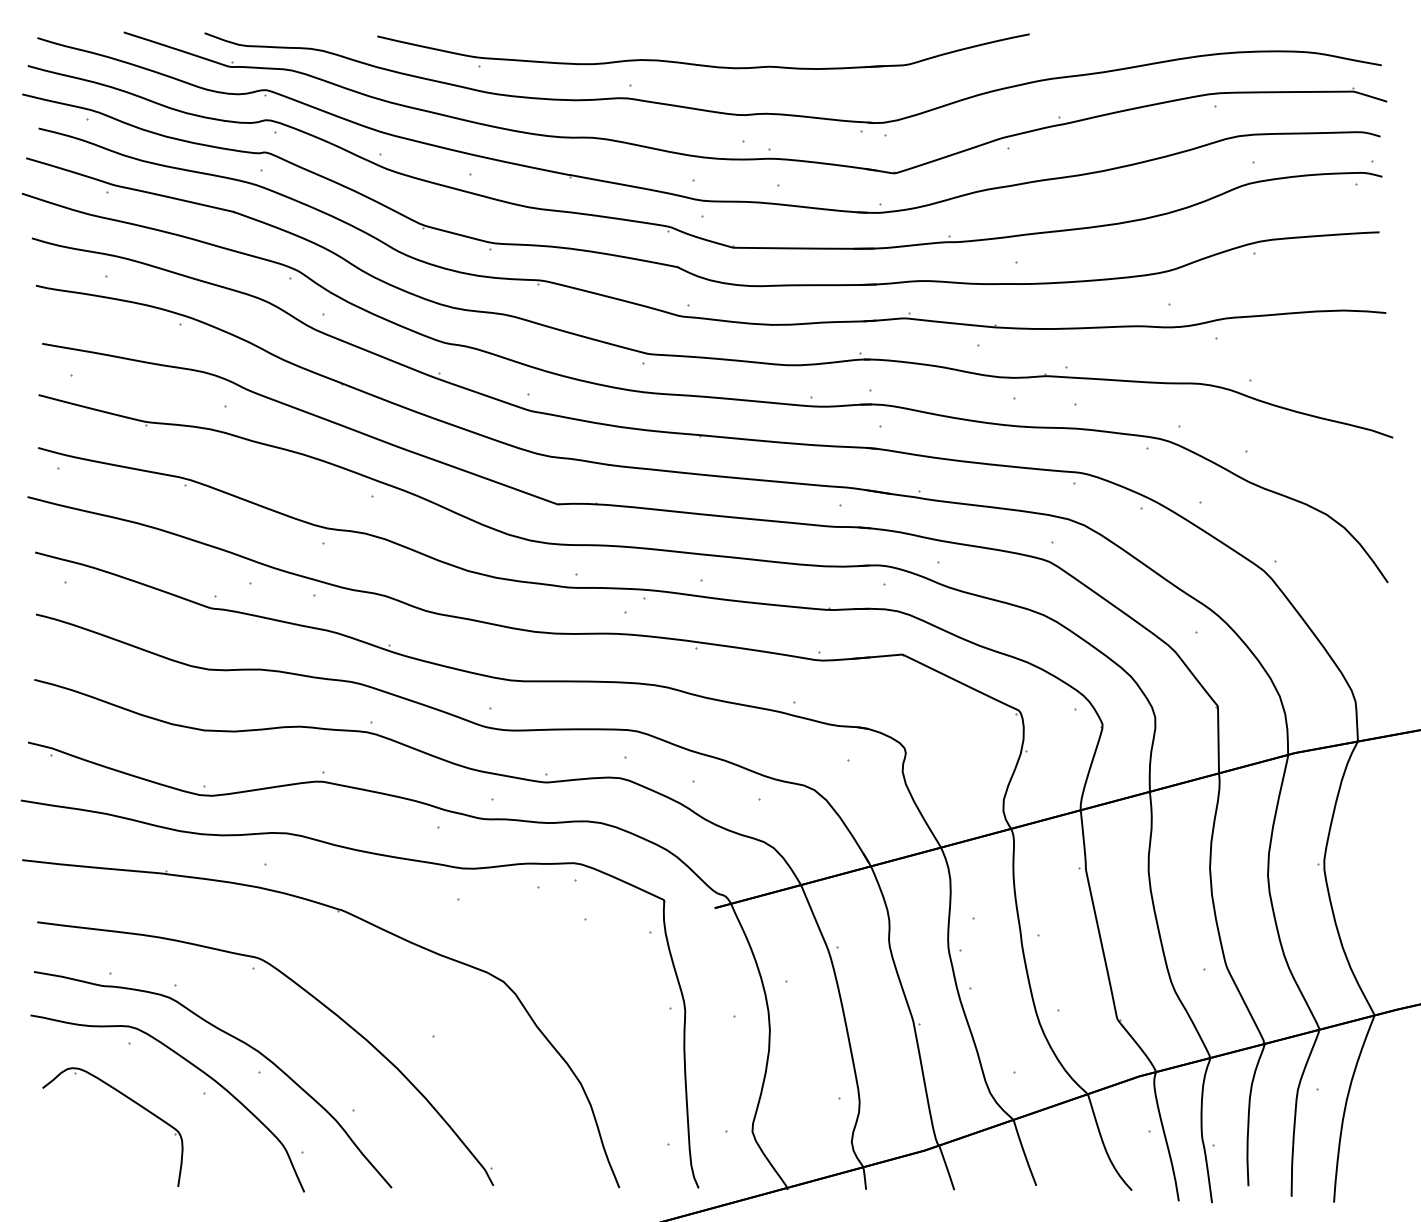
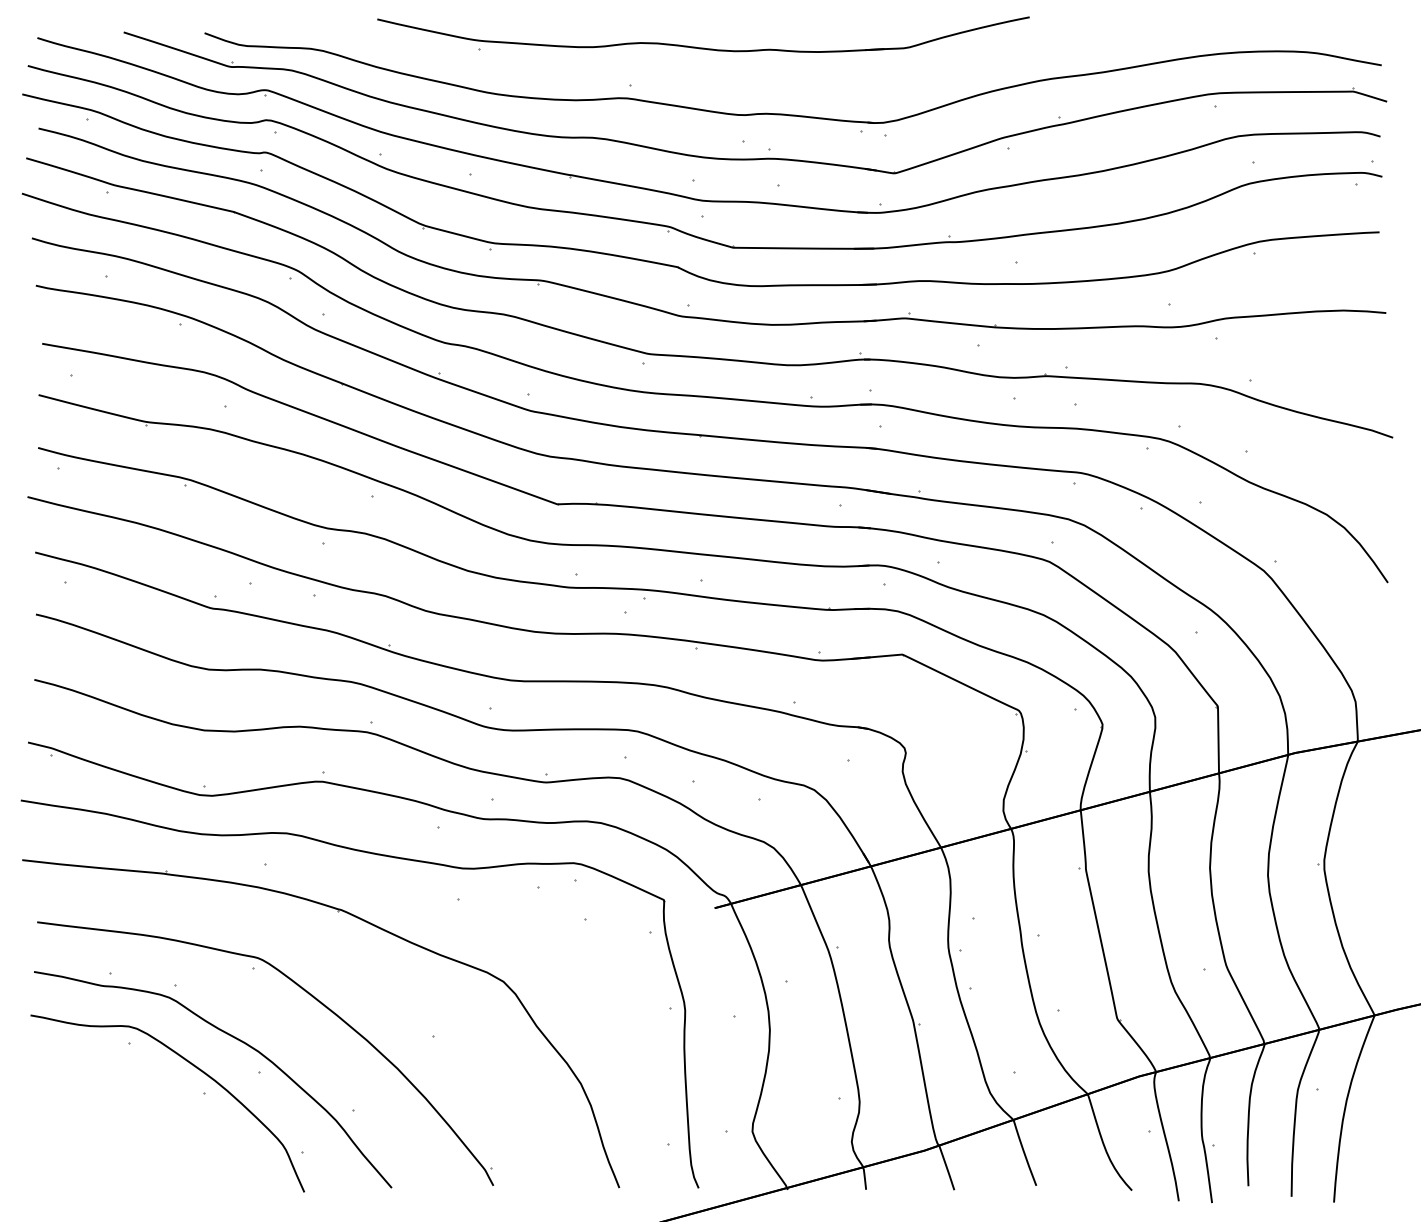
part at (703, 64) position: (703, 64) -> (703, 47)
part at (130, 1100): present -> none
